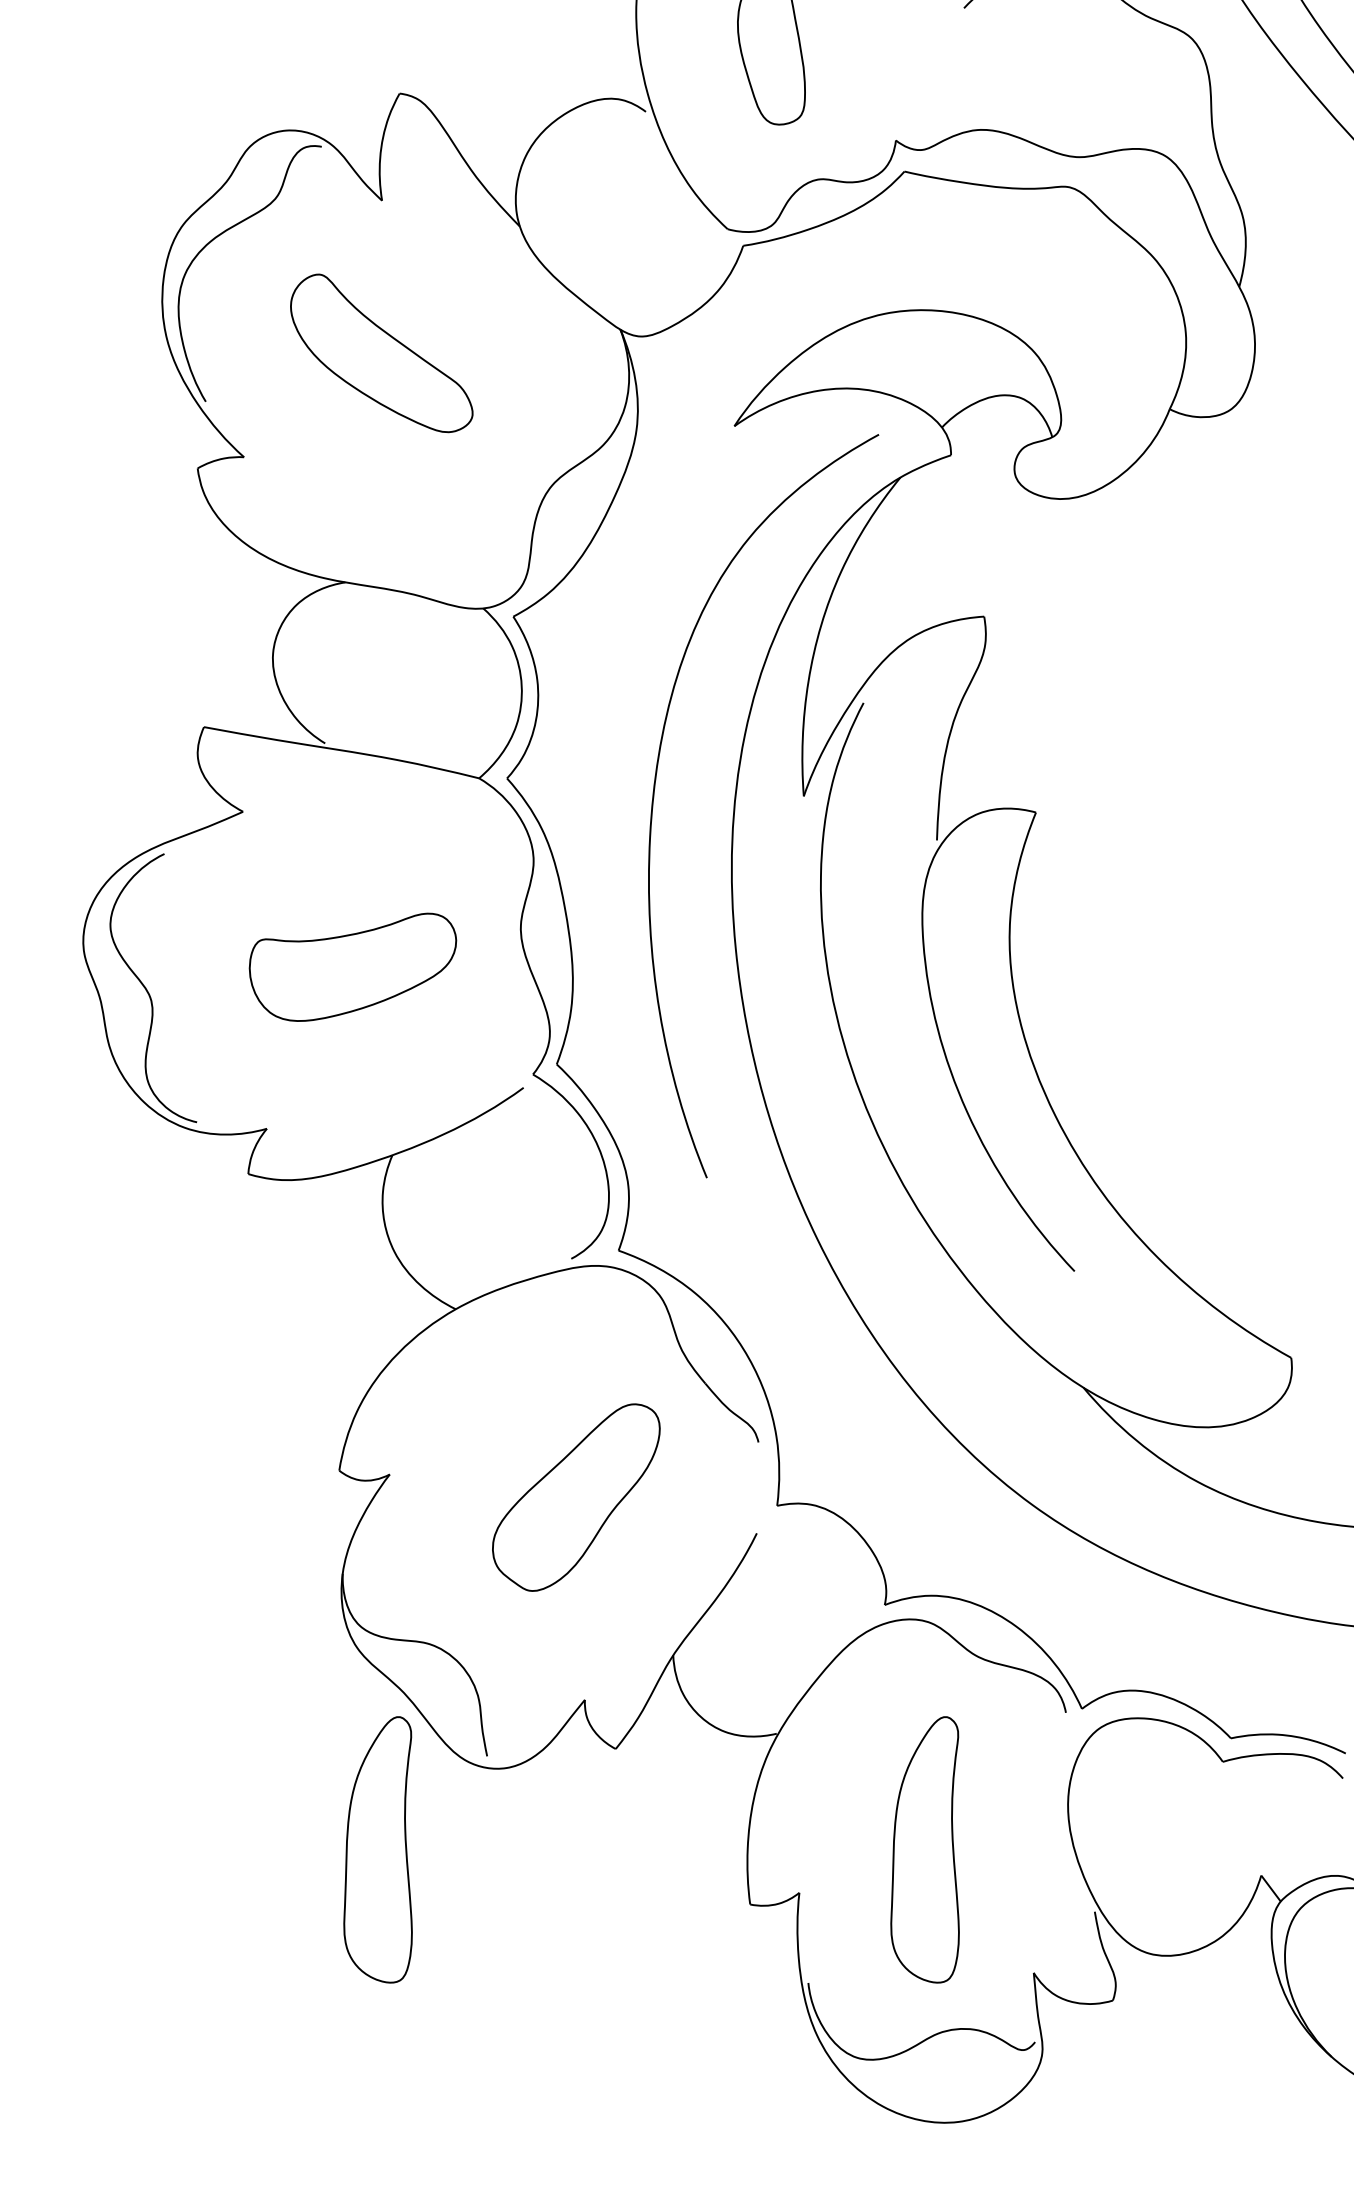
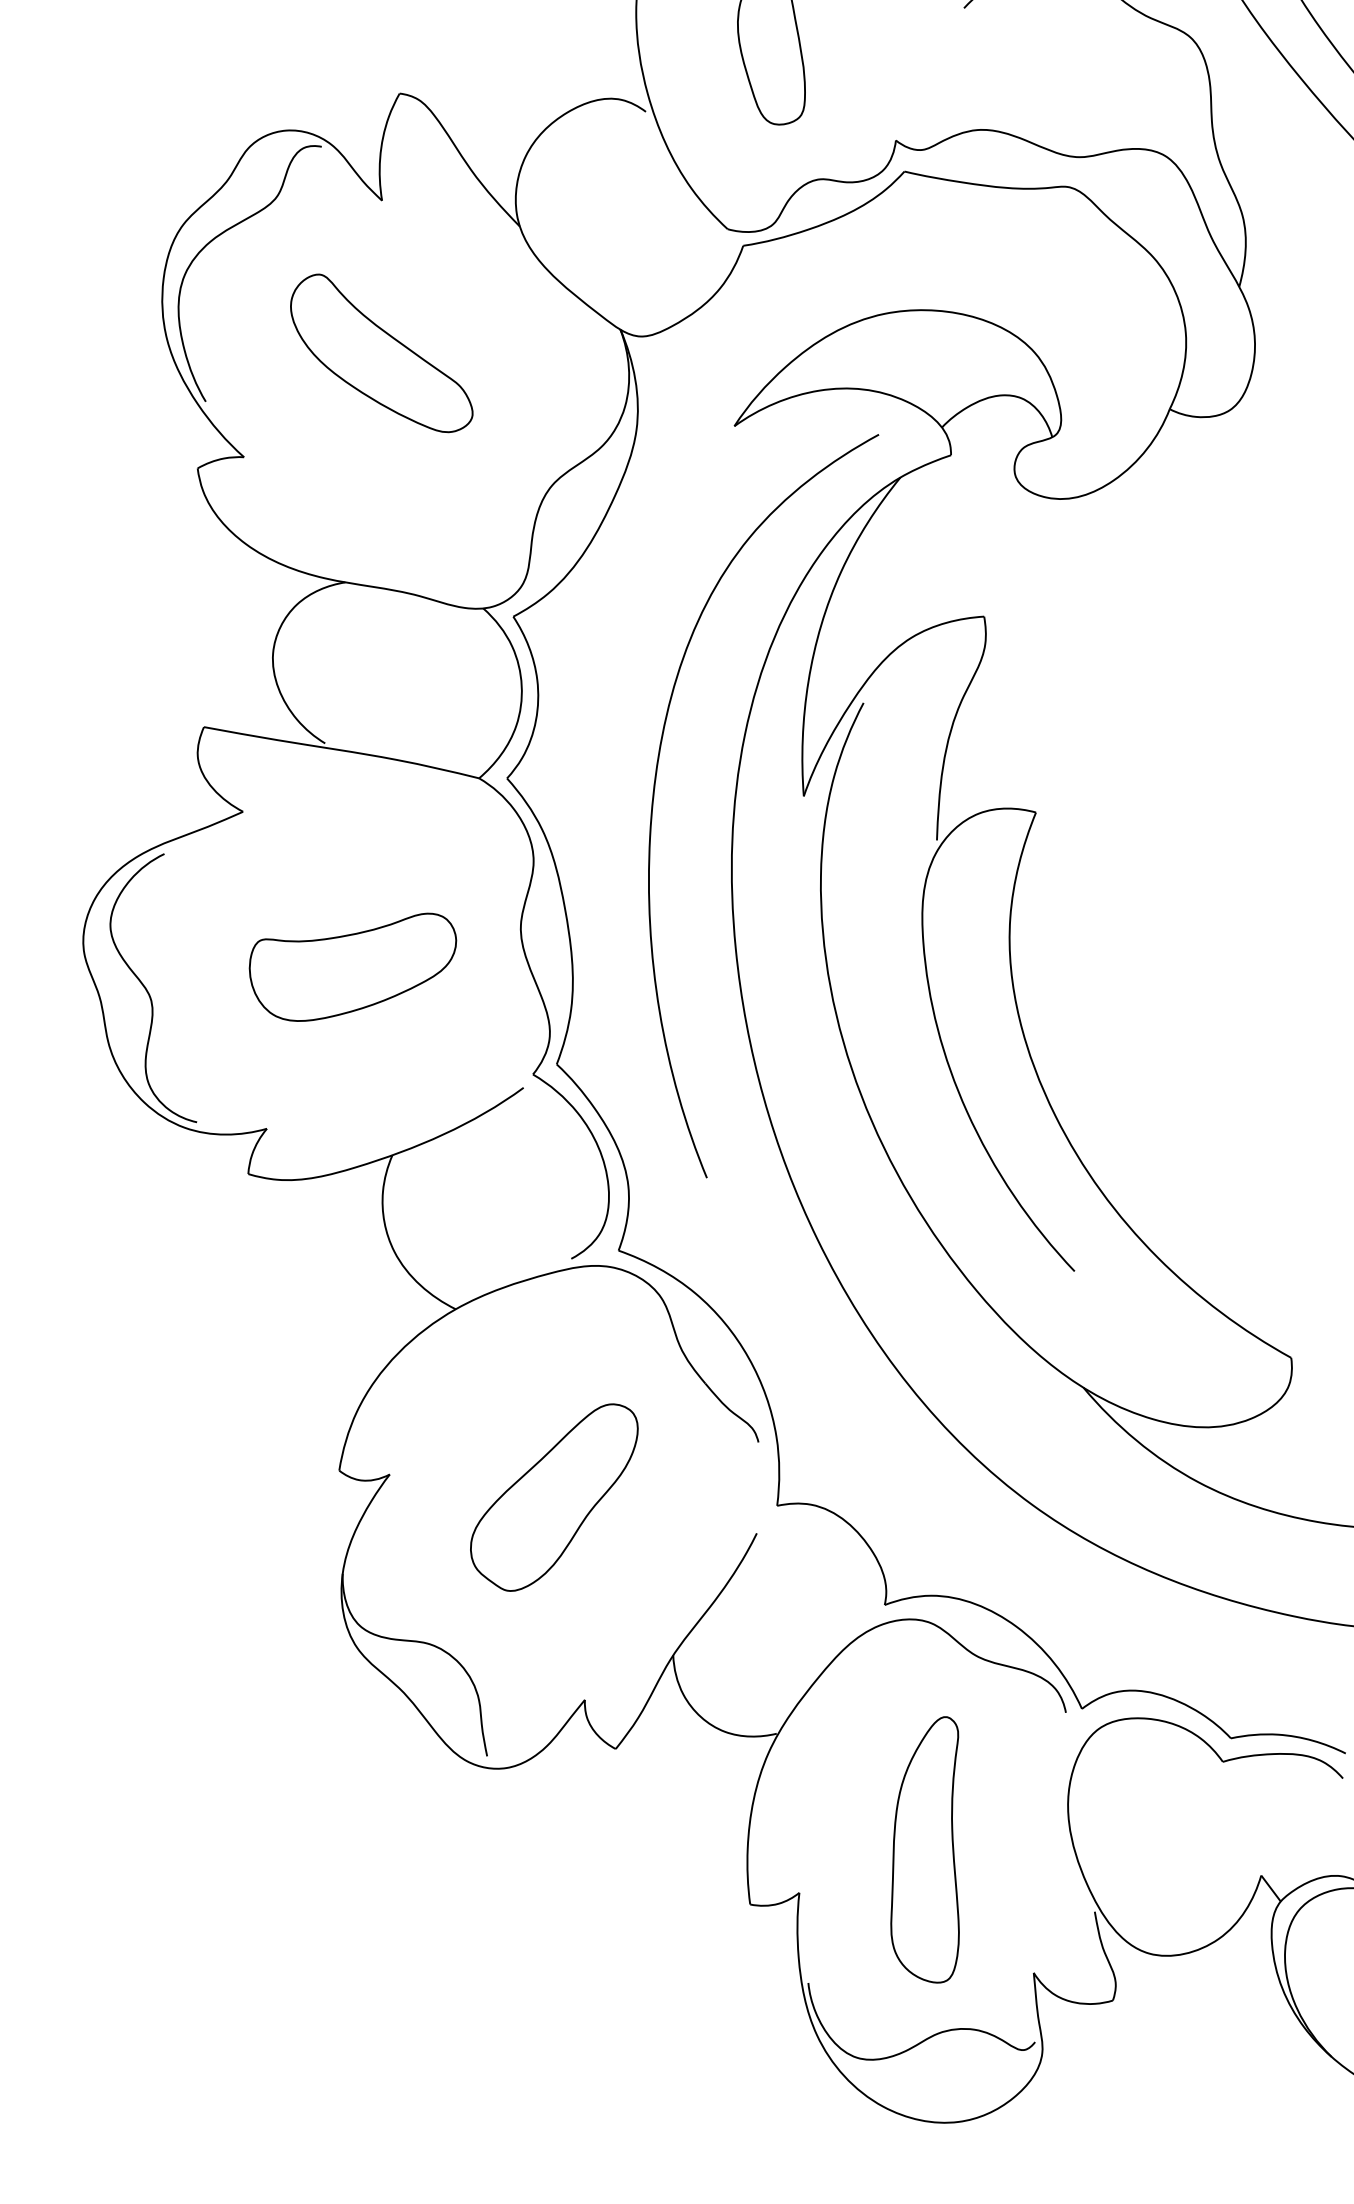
part at (576, 1497) position: (576, 1497) -> (554, 1497)
part at (377, 1849): present -> none
